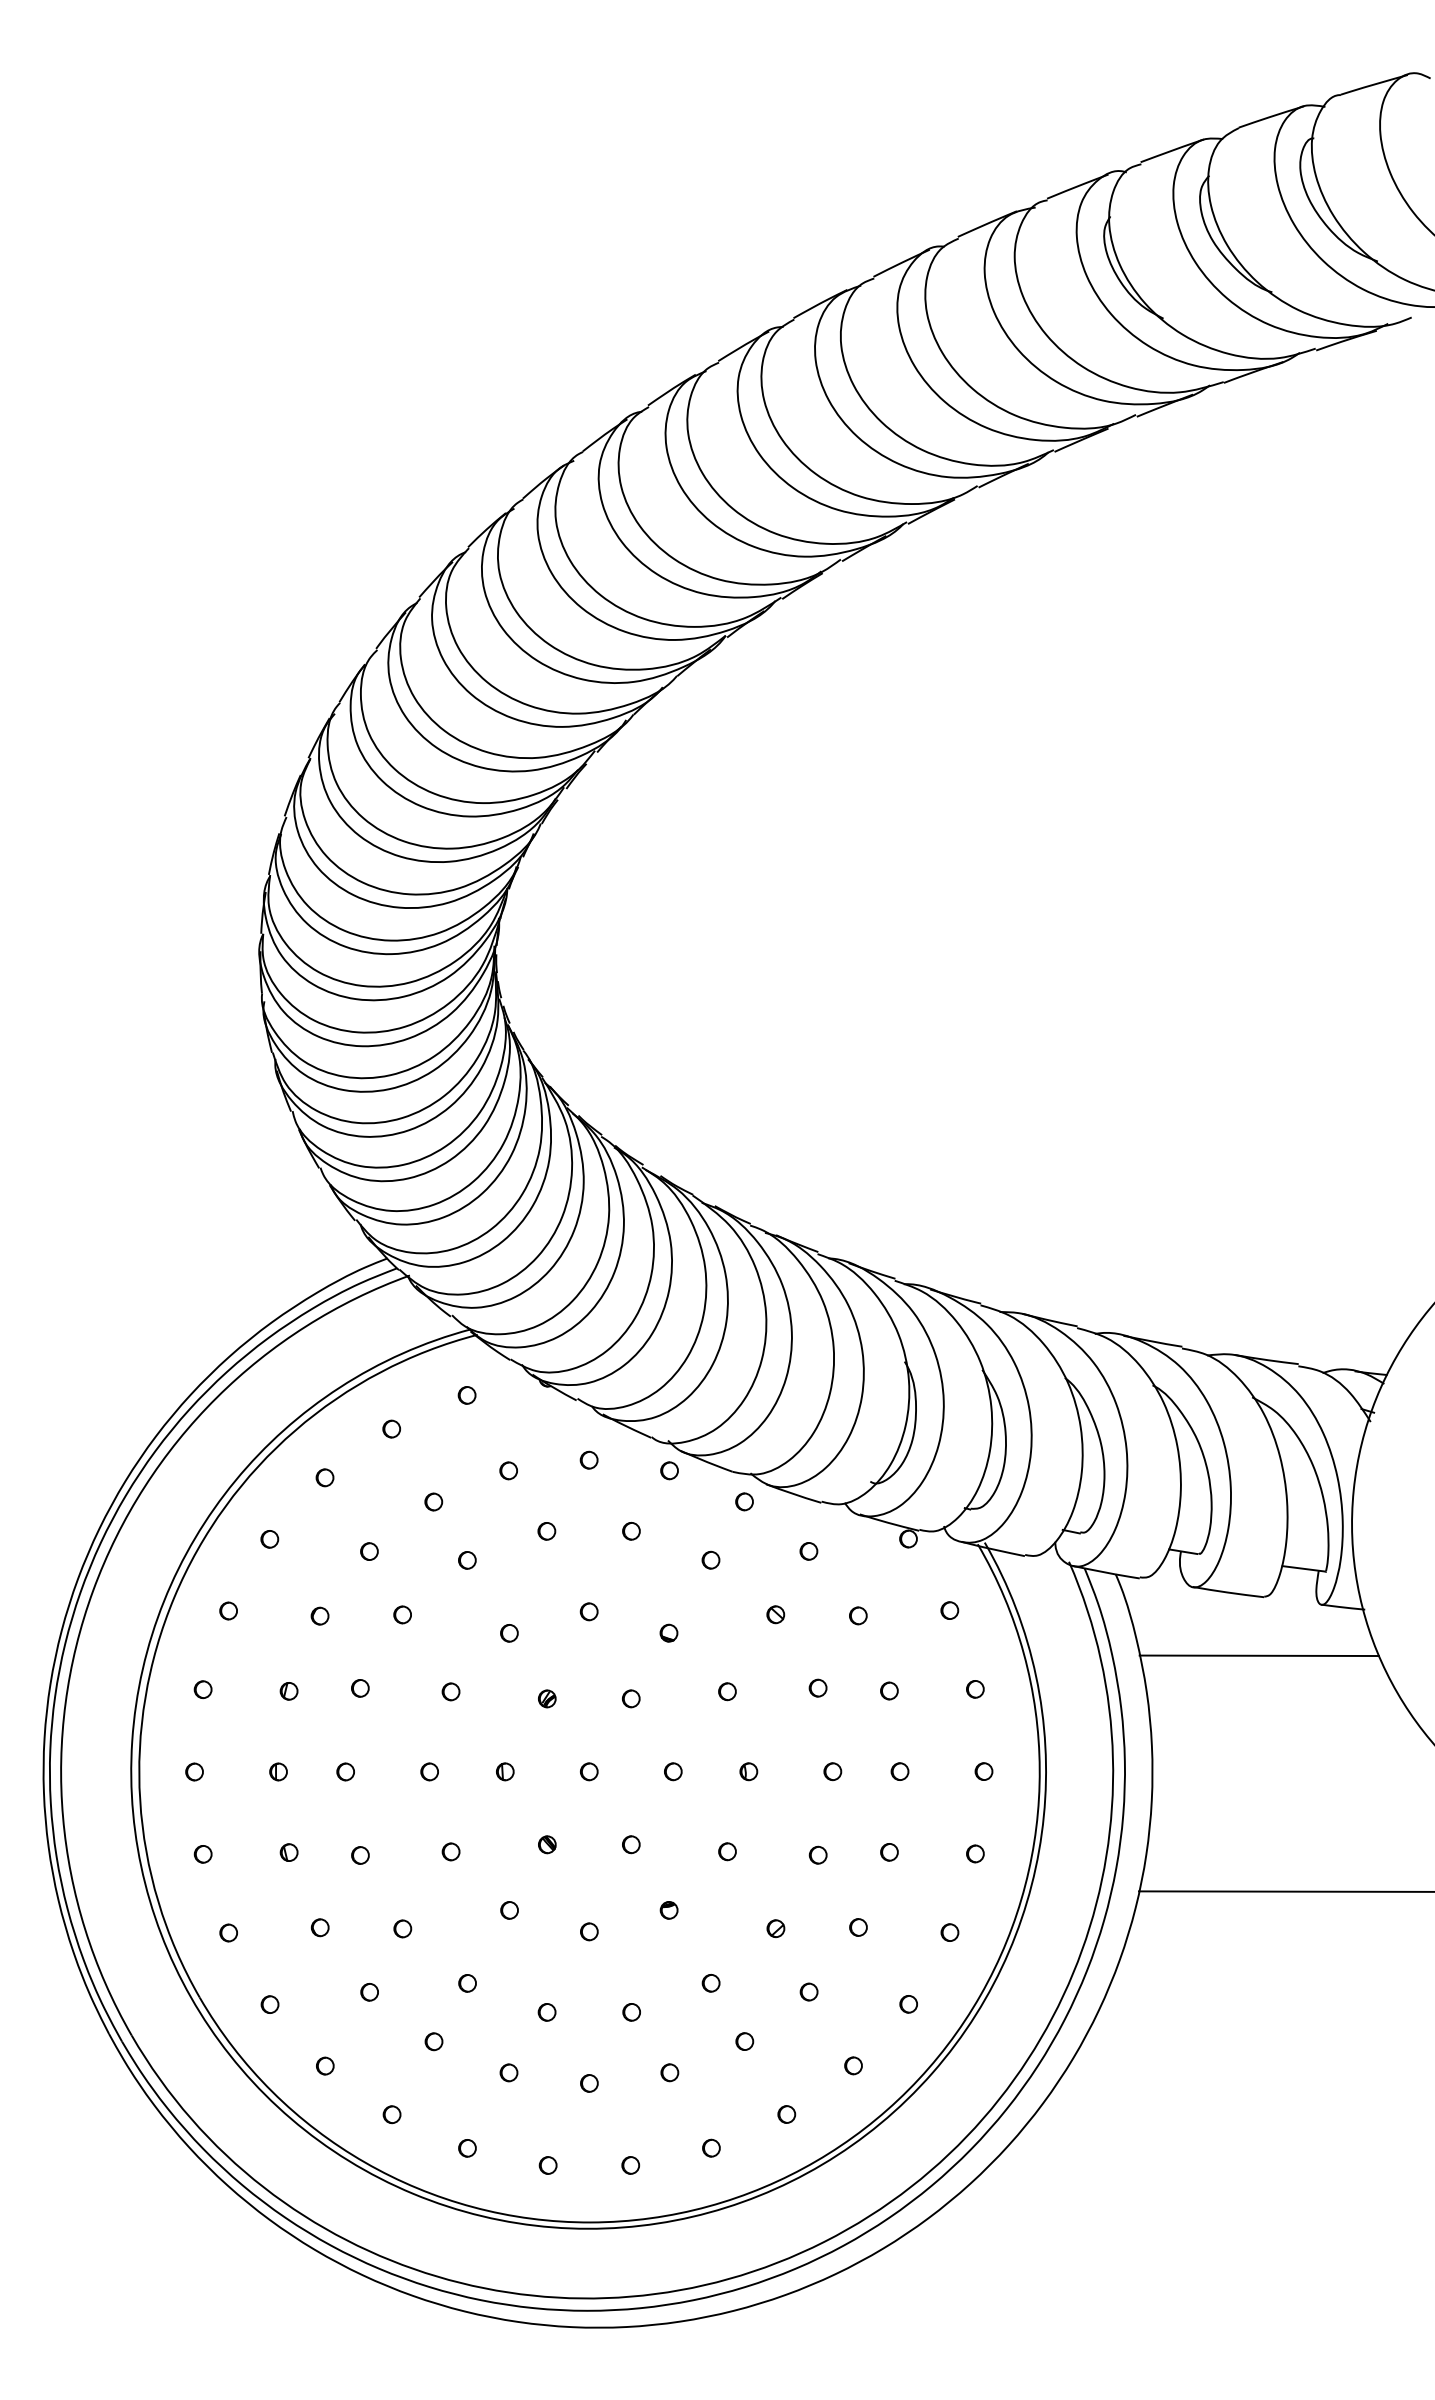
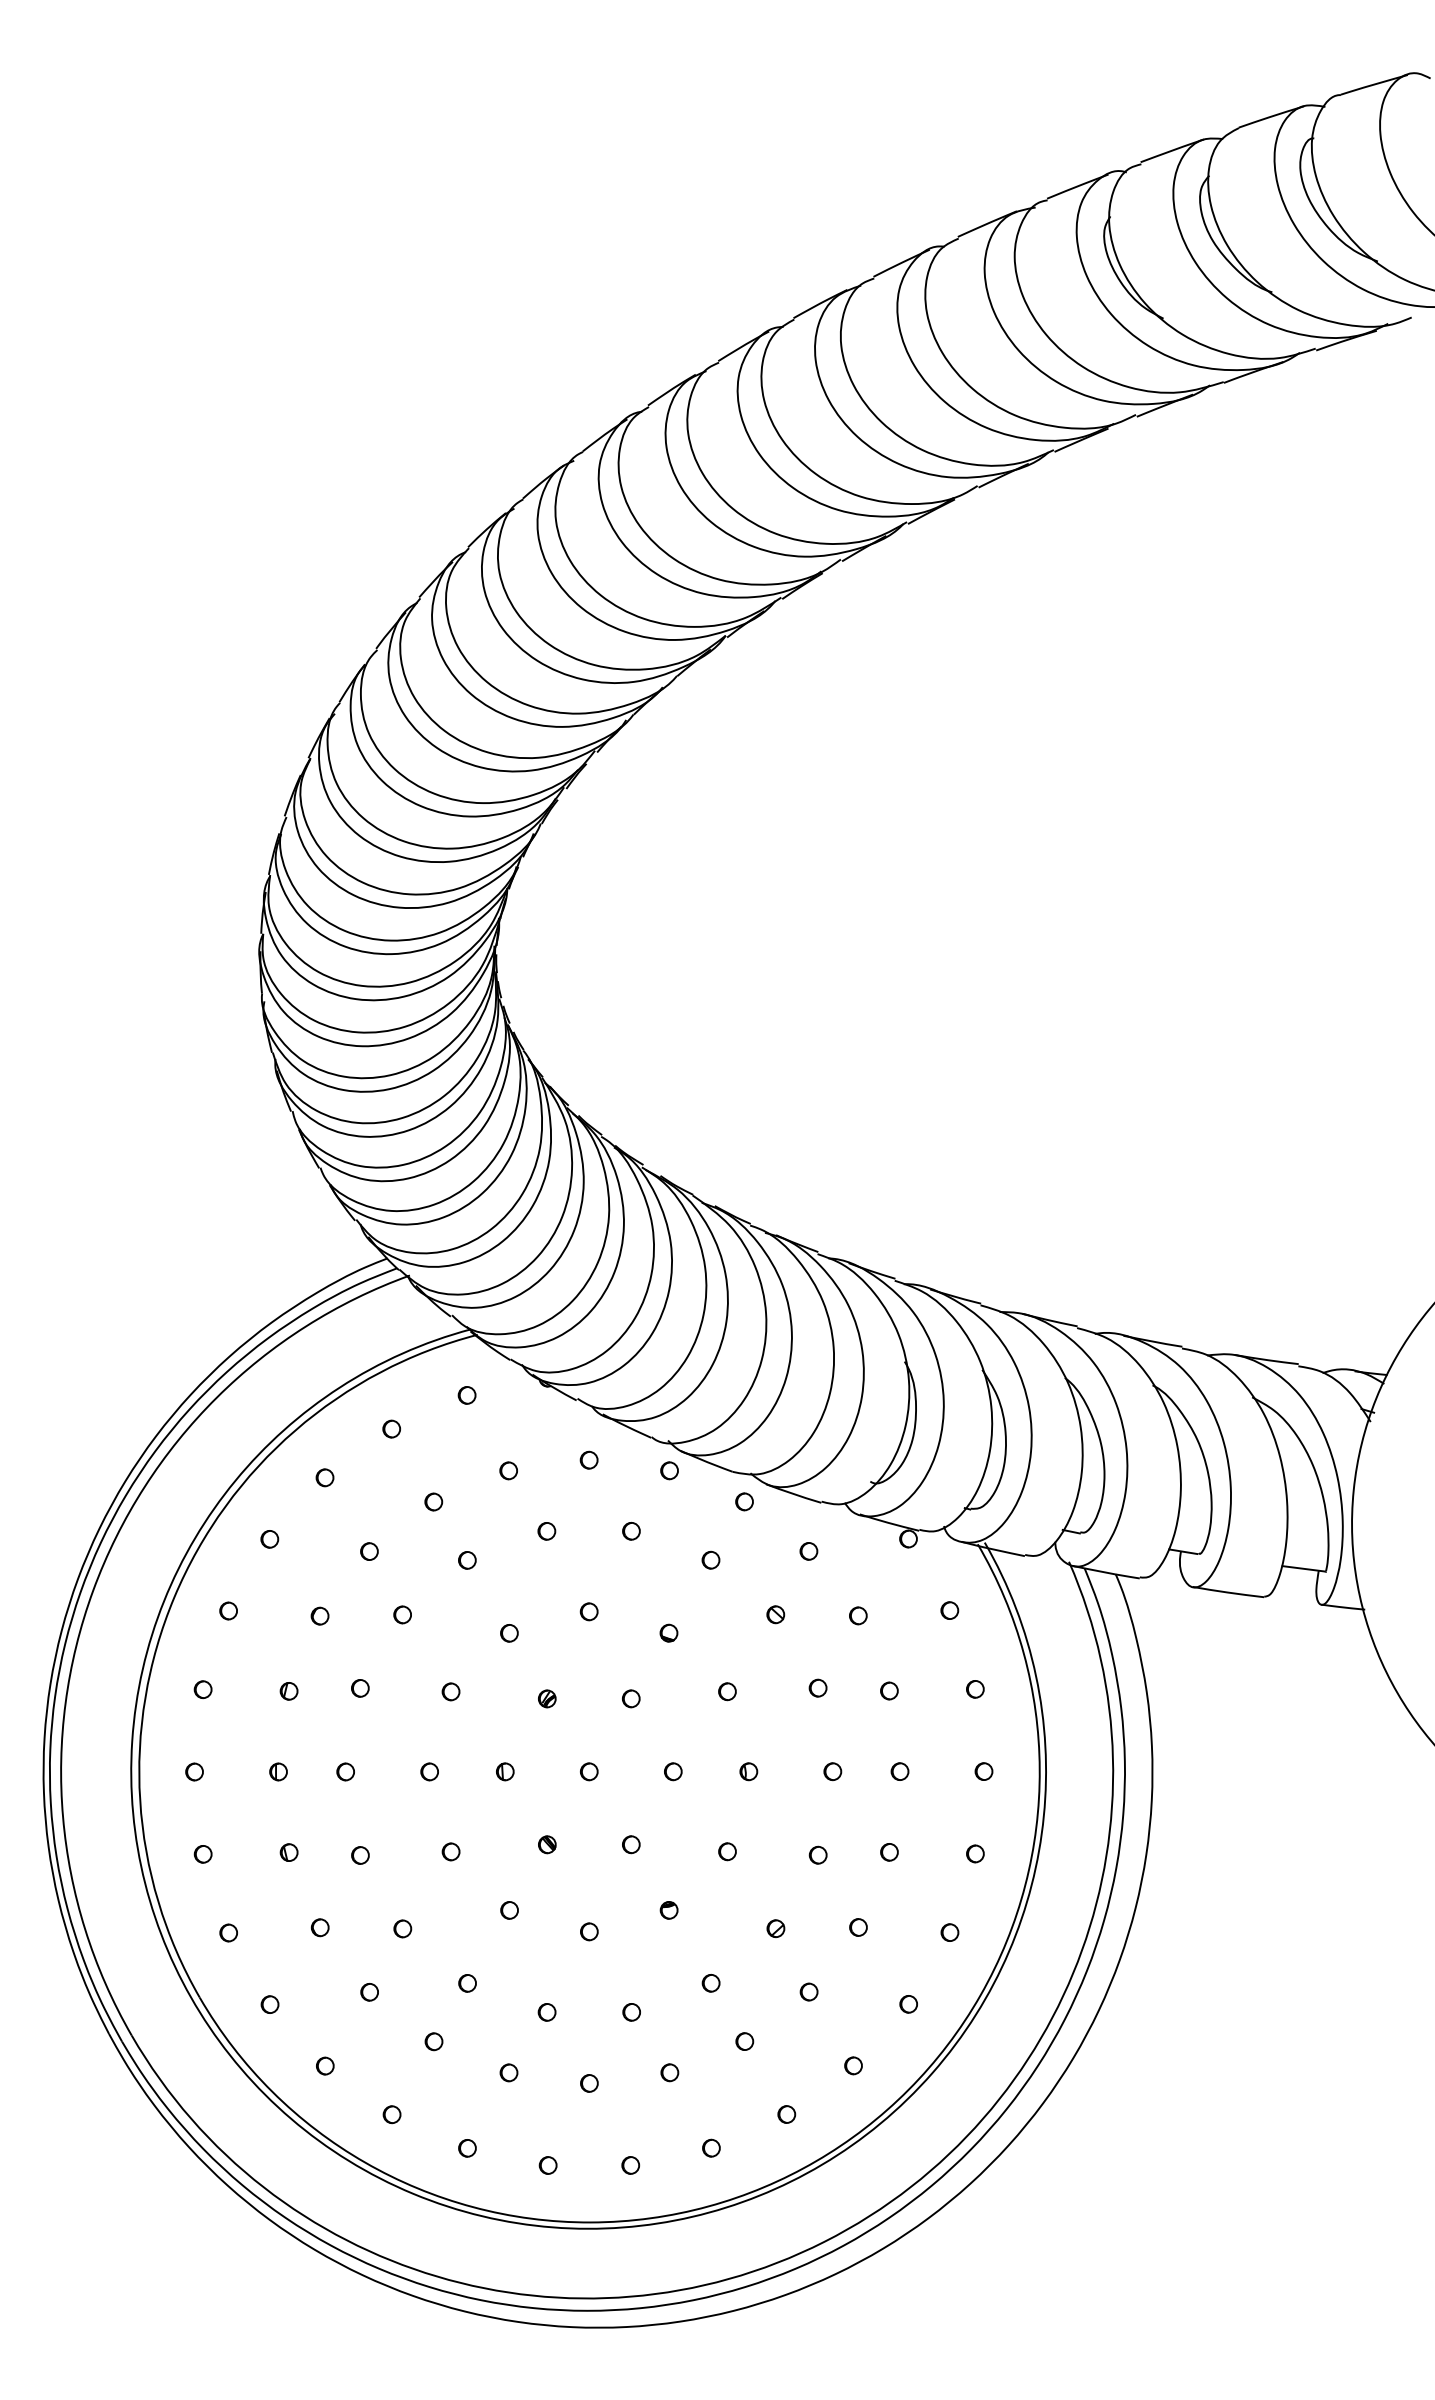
line at (1258, 1655): present -> none
line at (1284, 1891): present -> none
